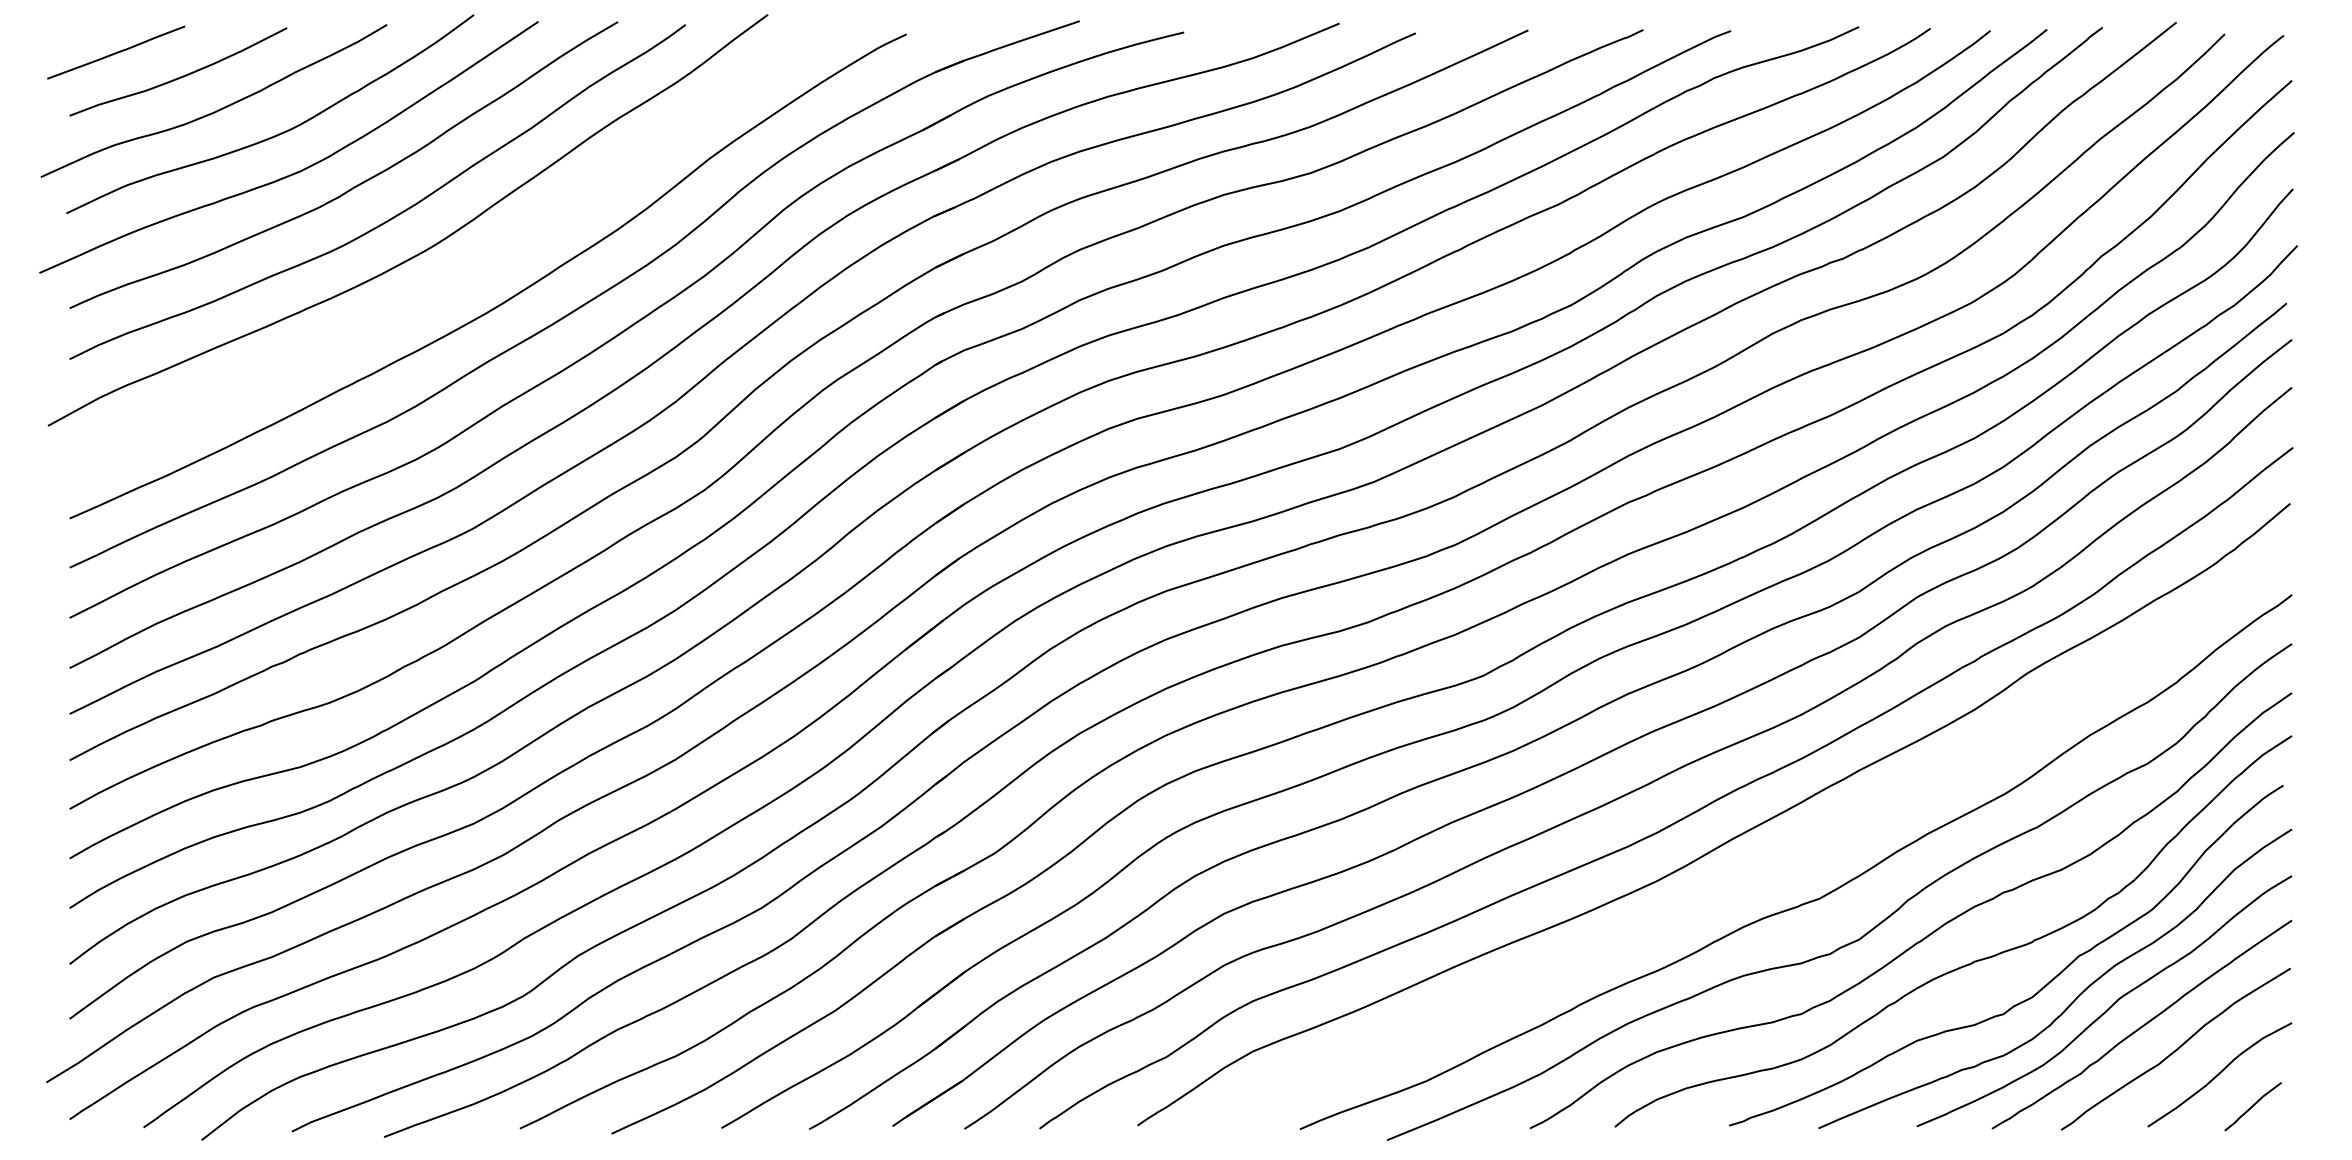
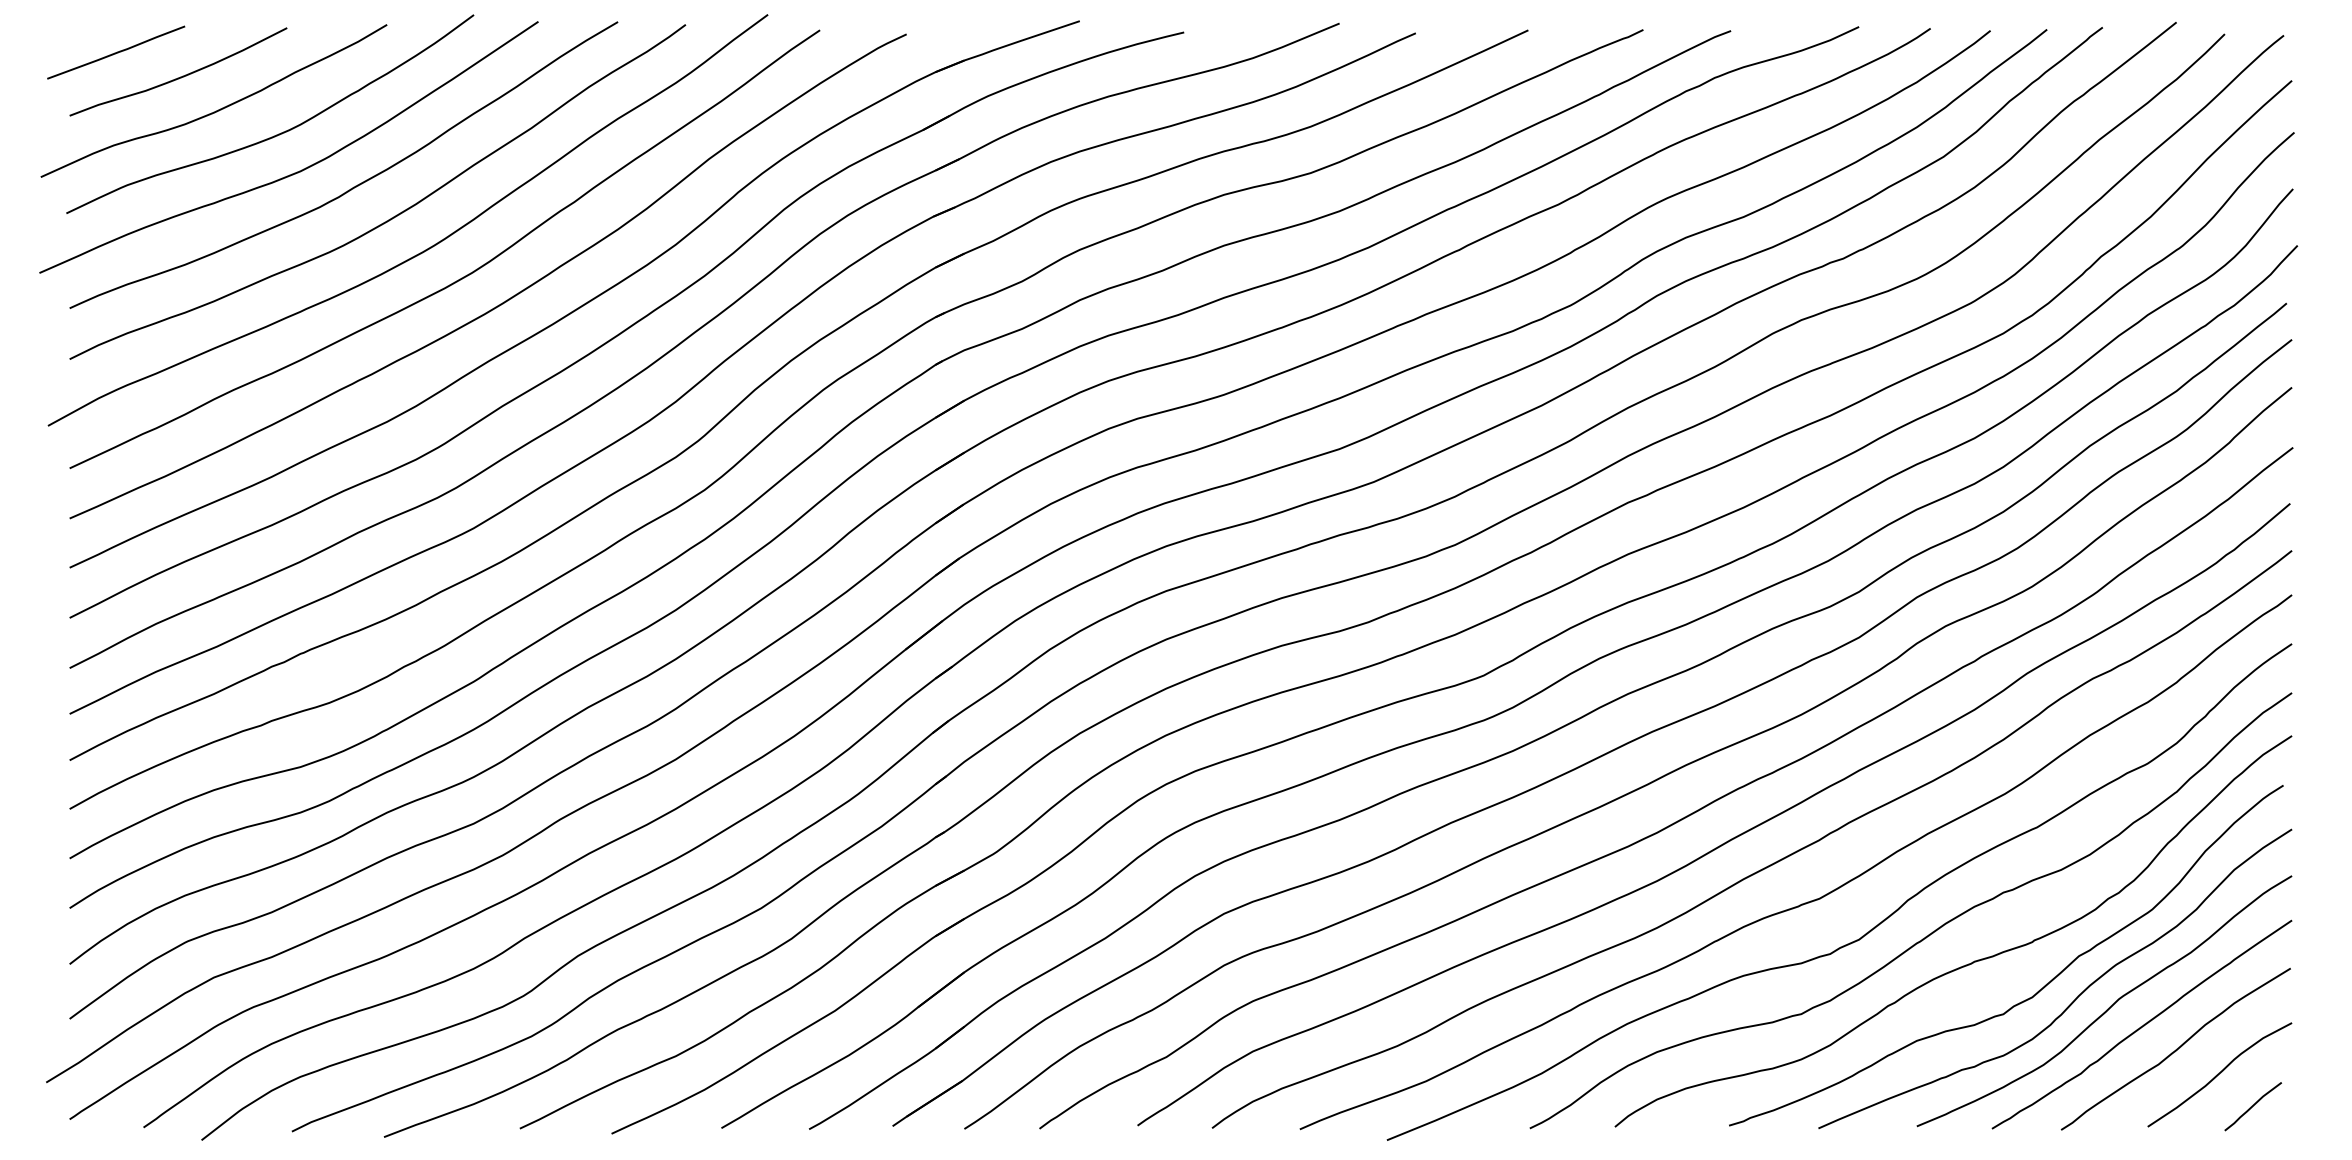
curve at (461, 277): none -> present
curve at (1764, 867): none -> present
